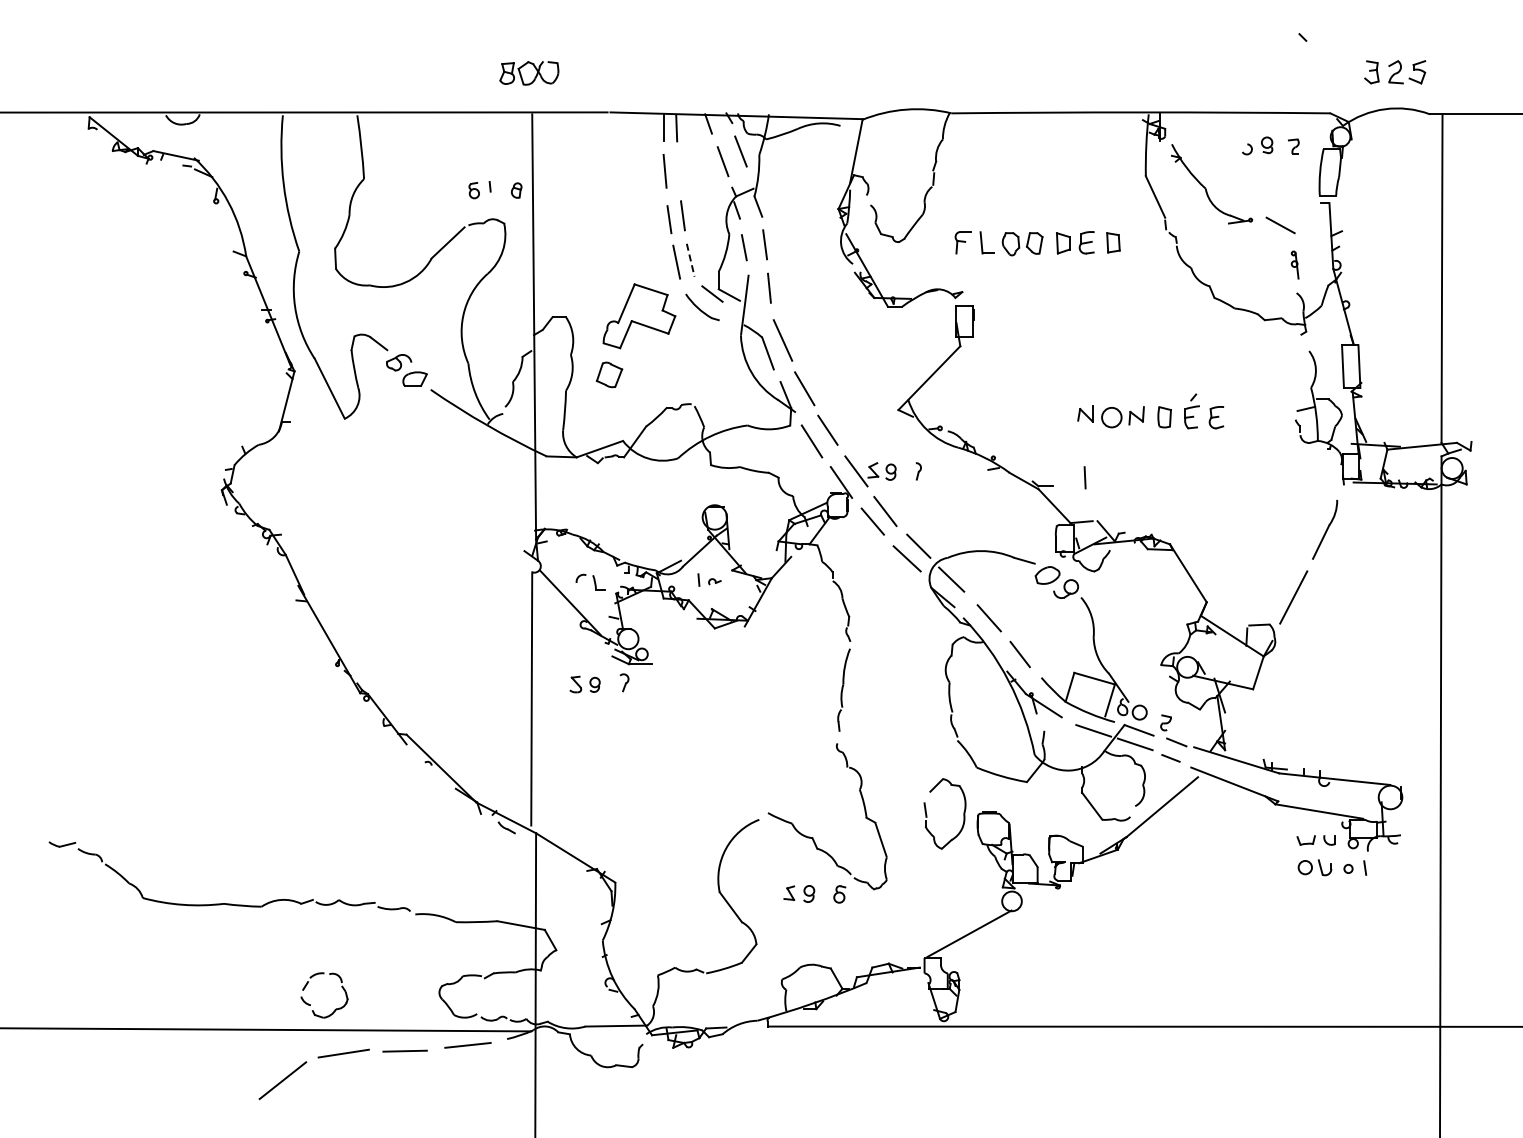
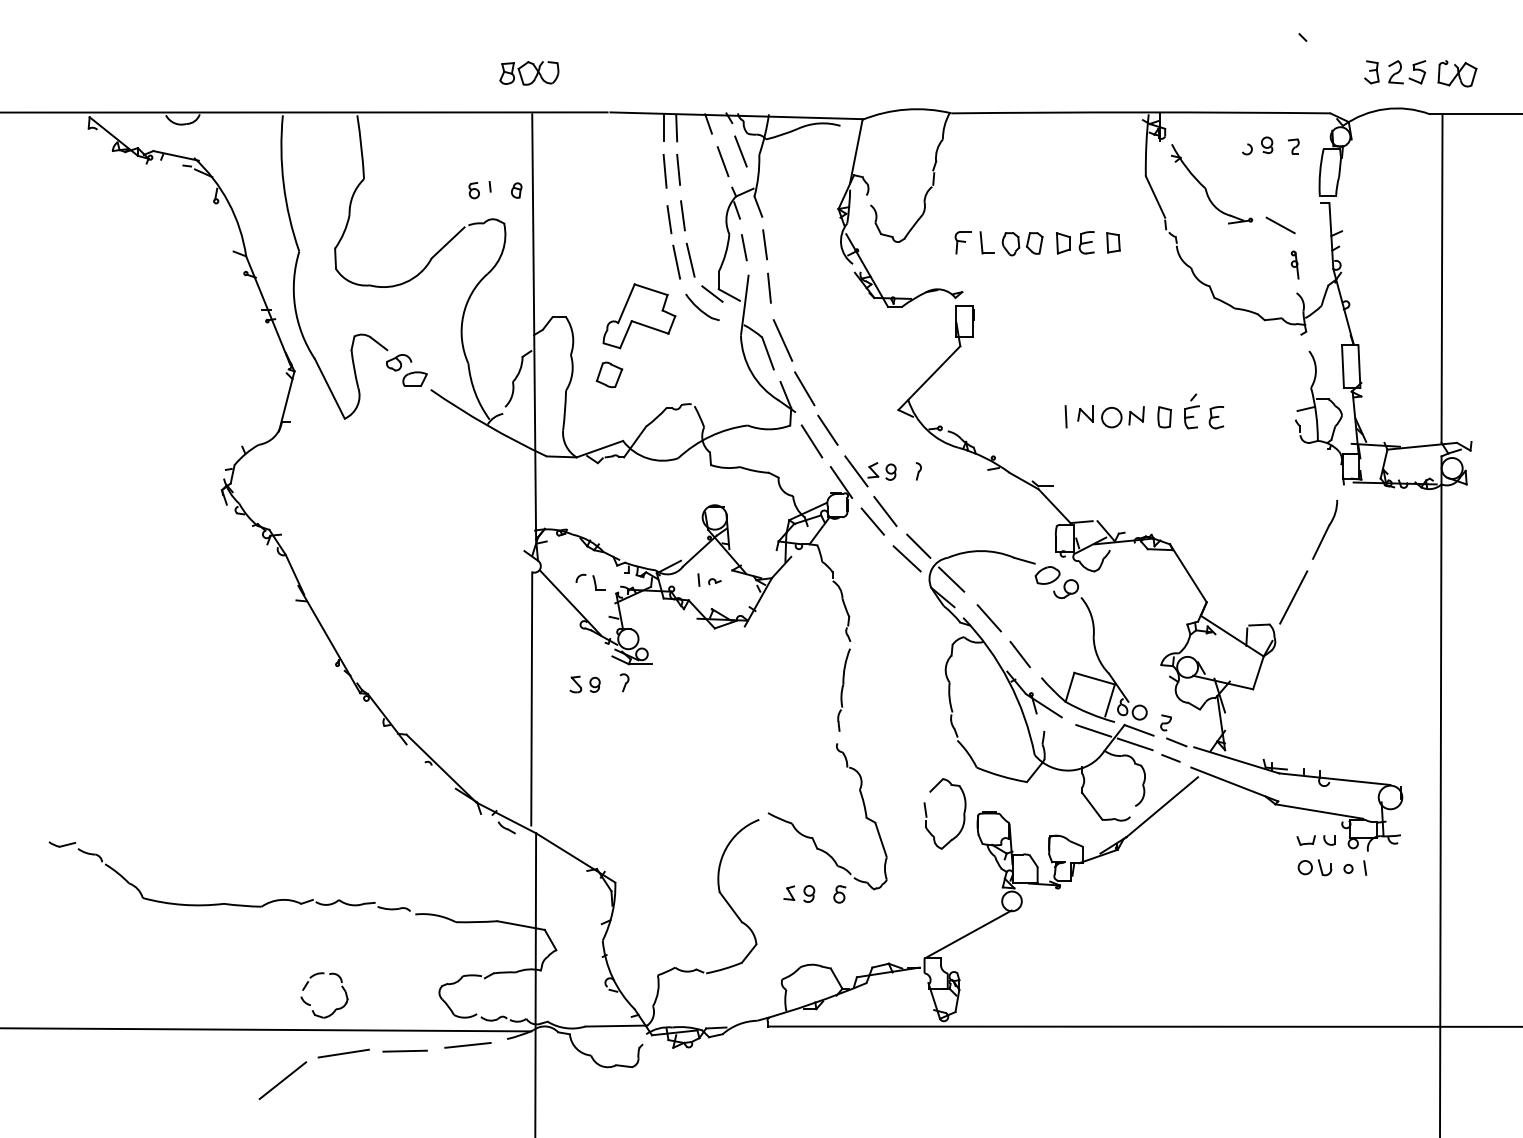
part at (1457, 73): none -> present
line at (678, 169): none -> present
line at (690, 260): dashed -> solid
line at (1084, 477) position: (1084, 477) -> (1065, 416)
